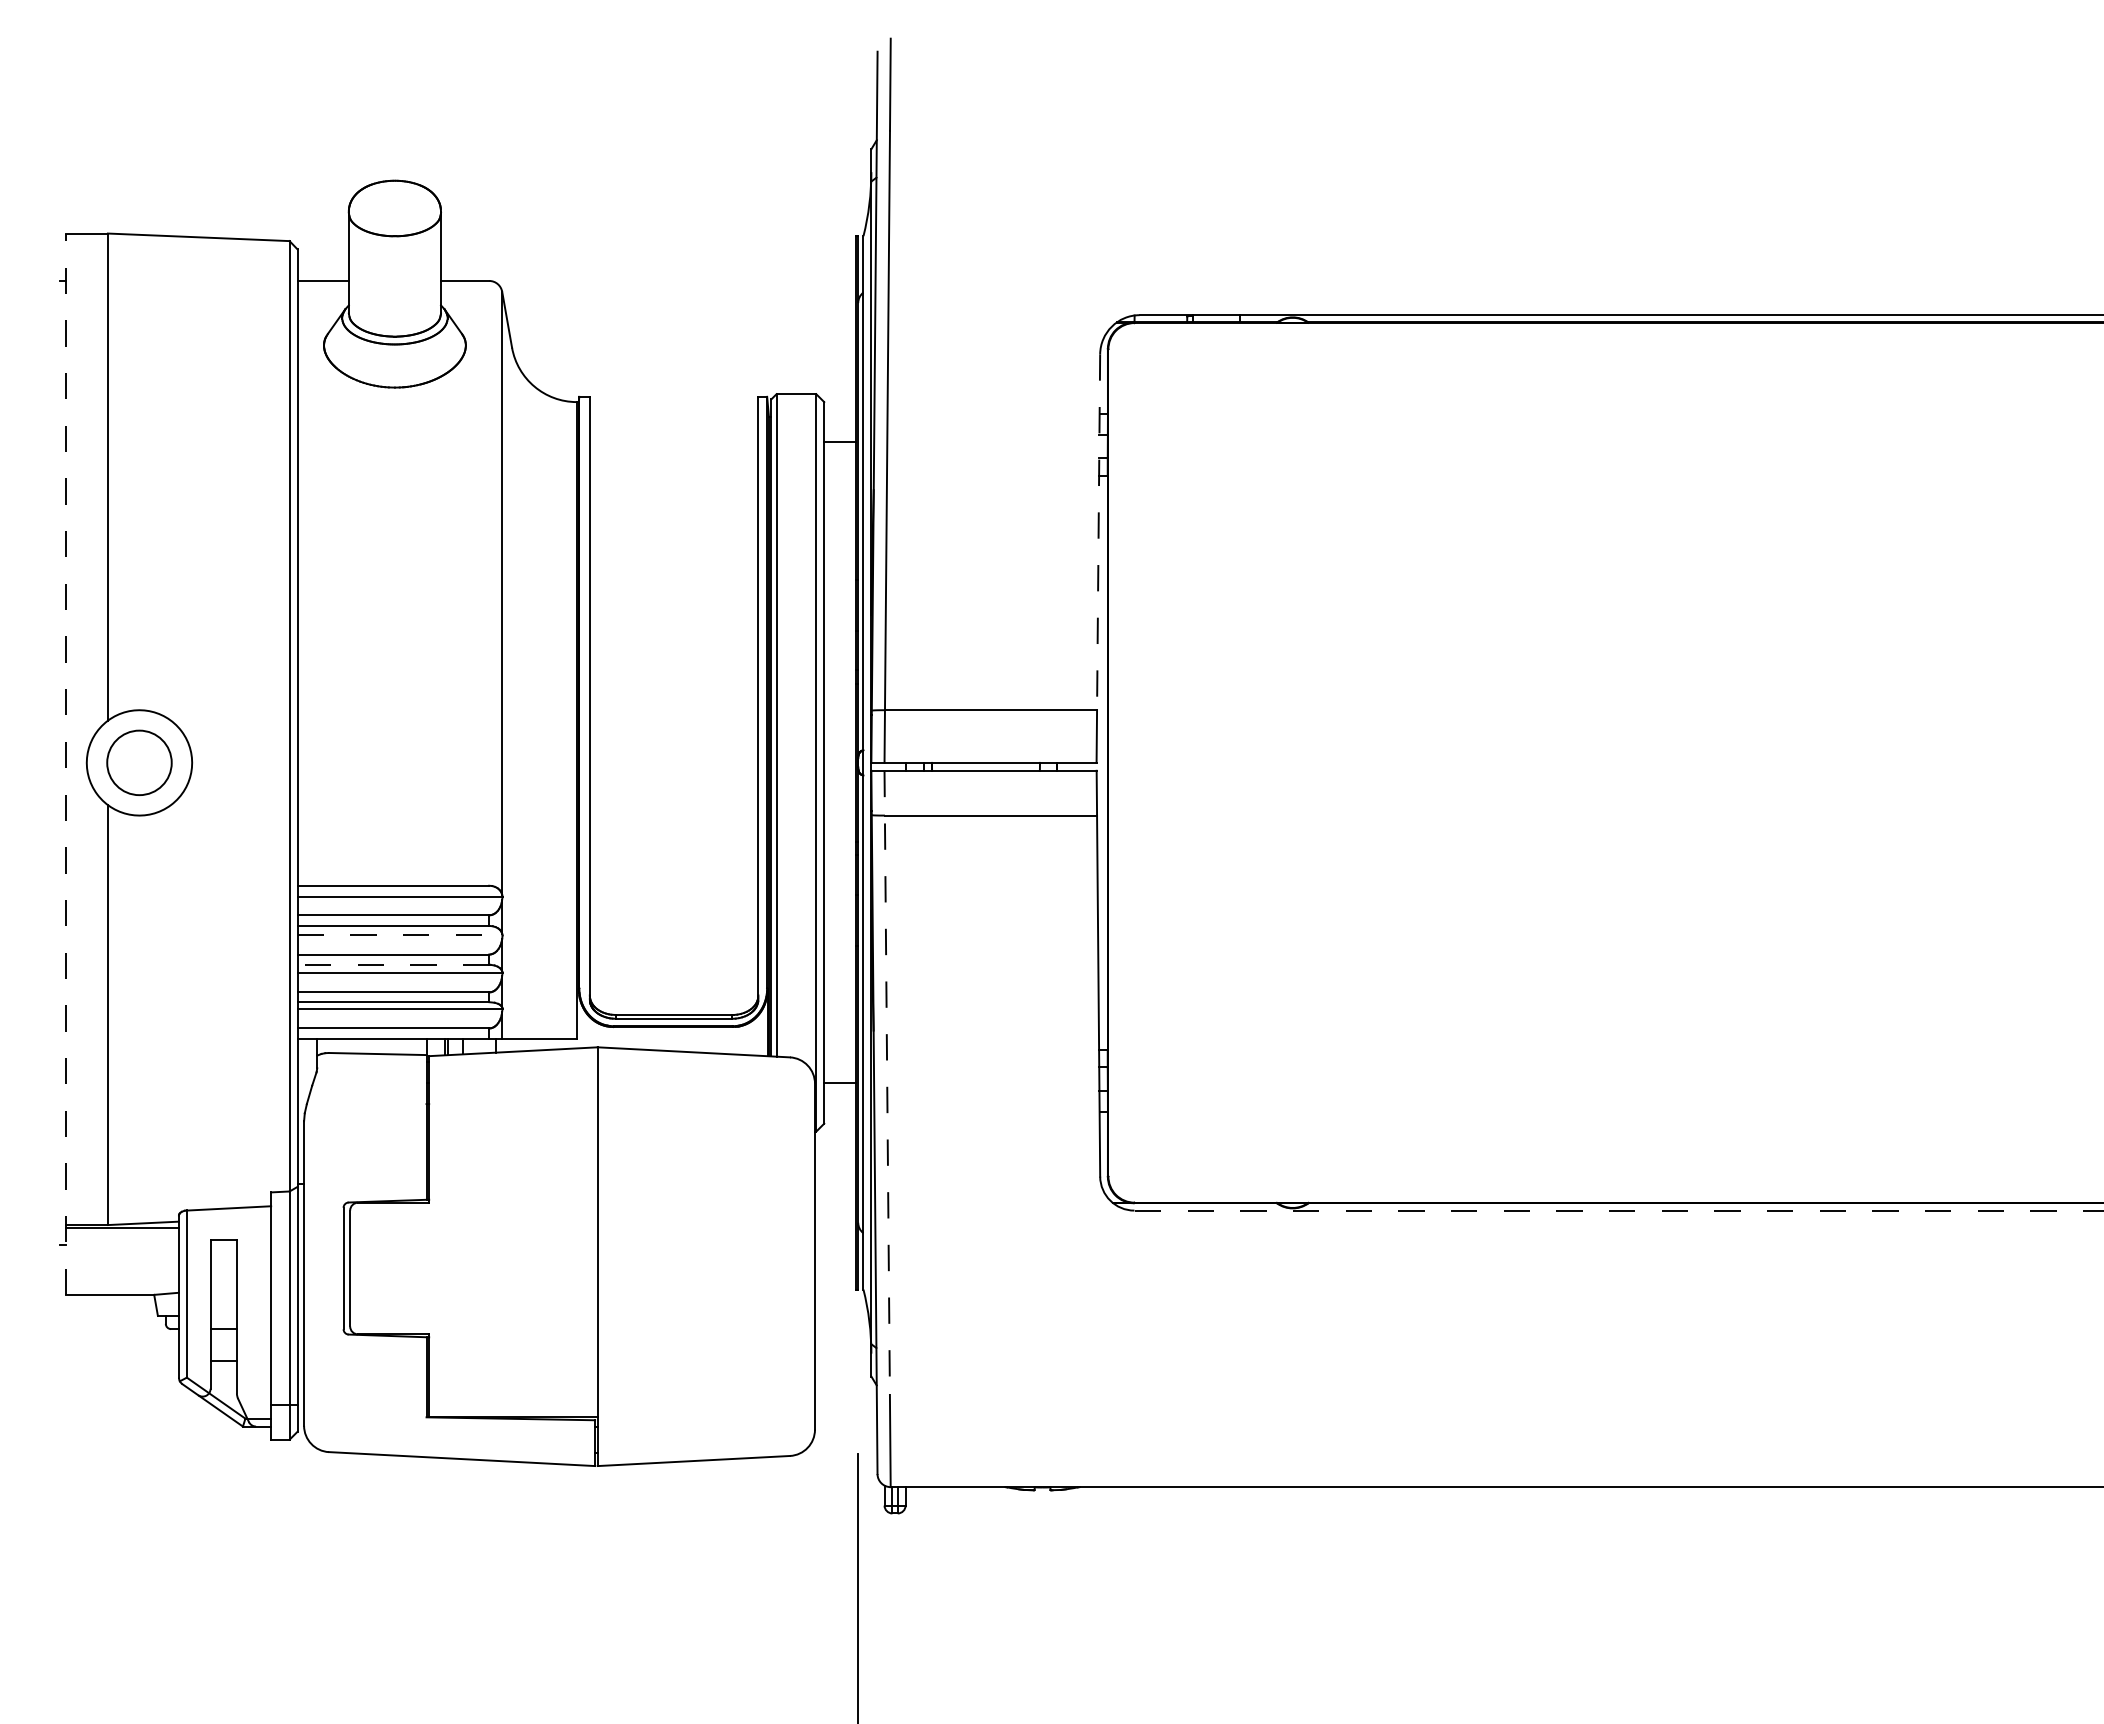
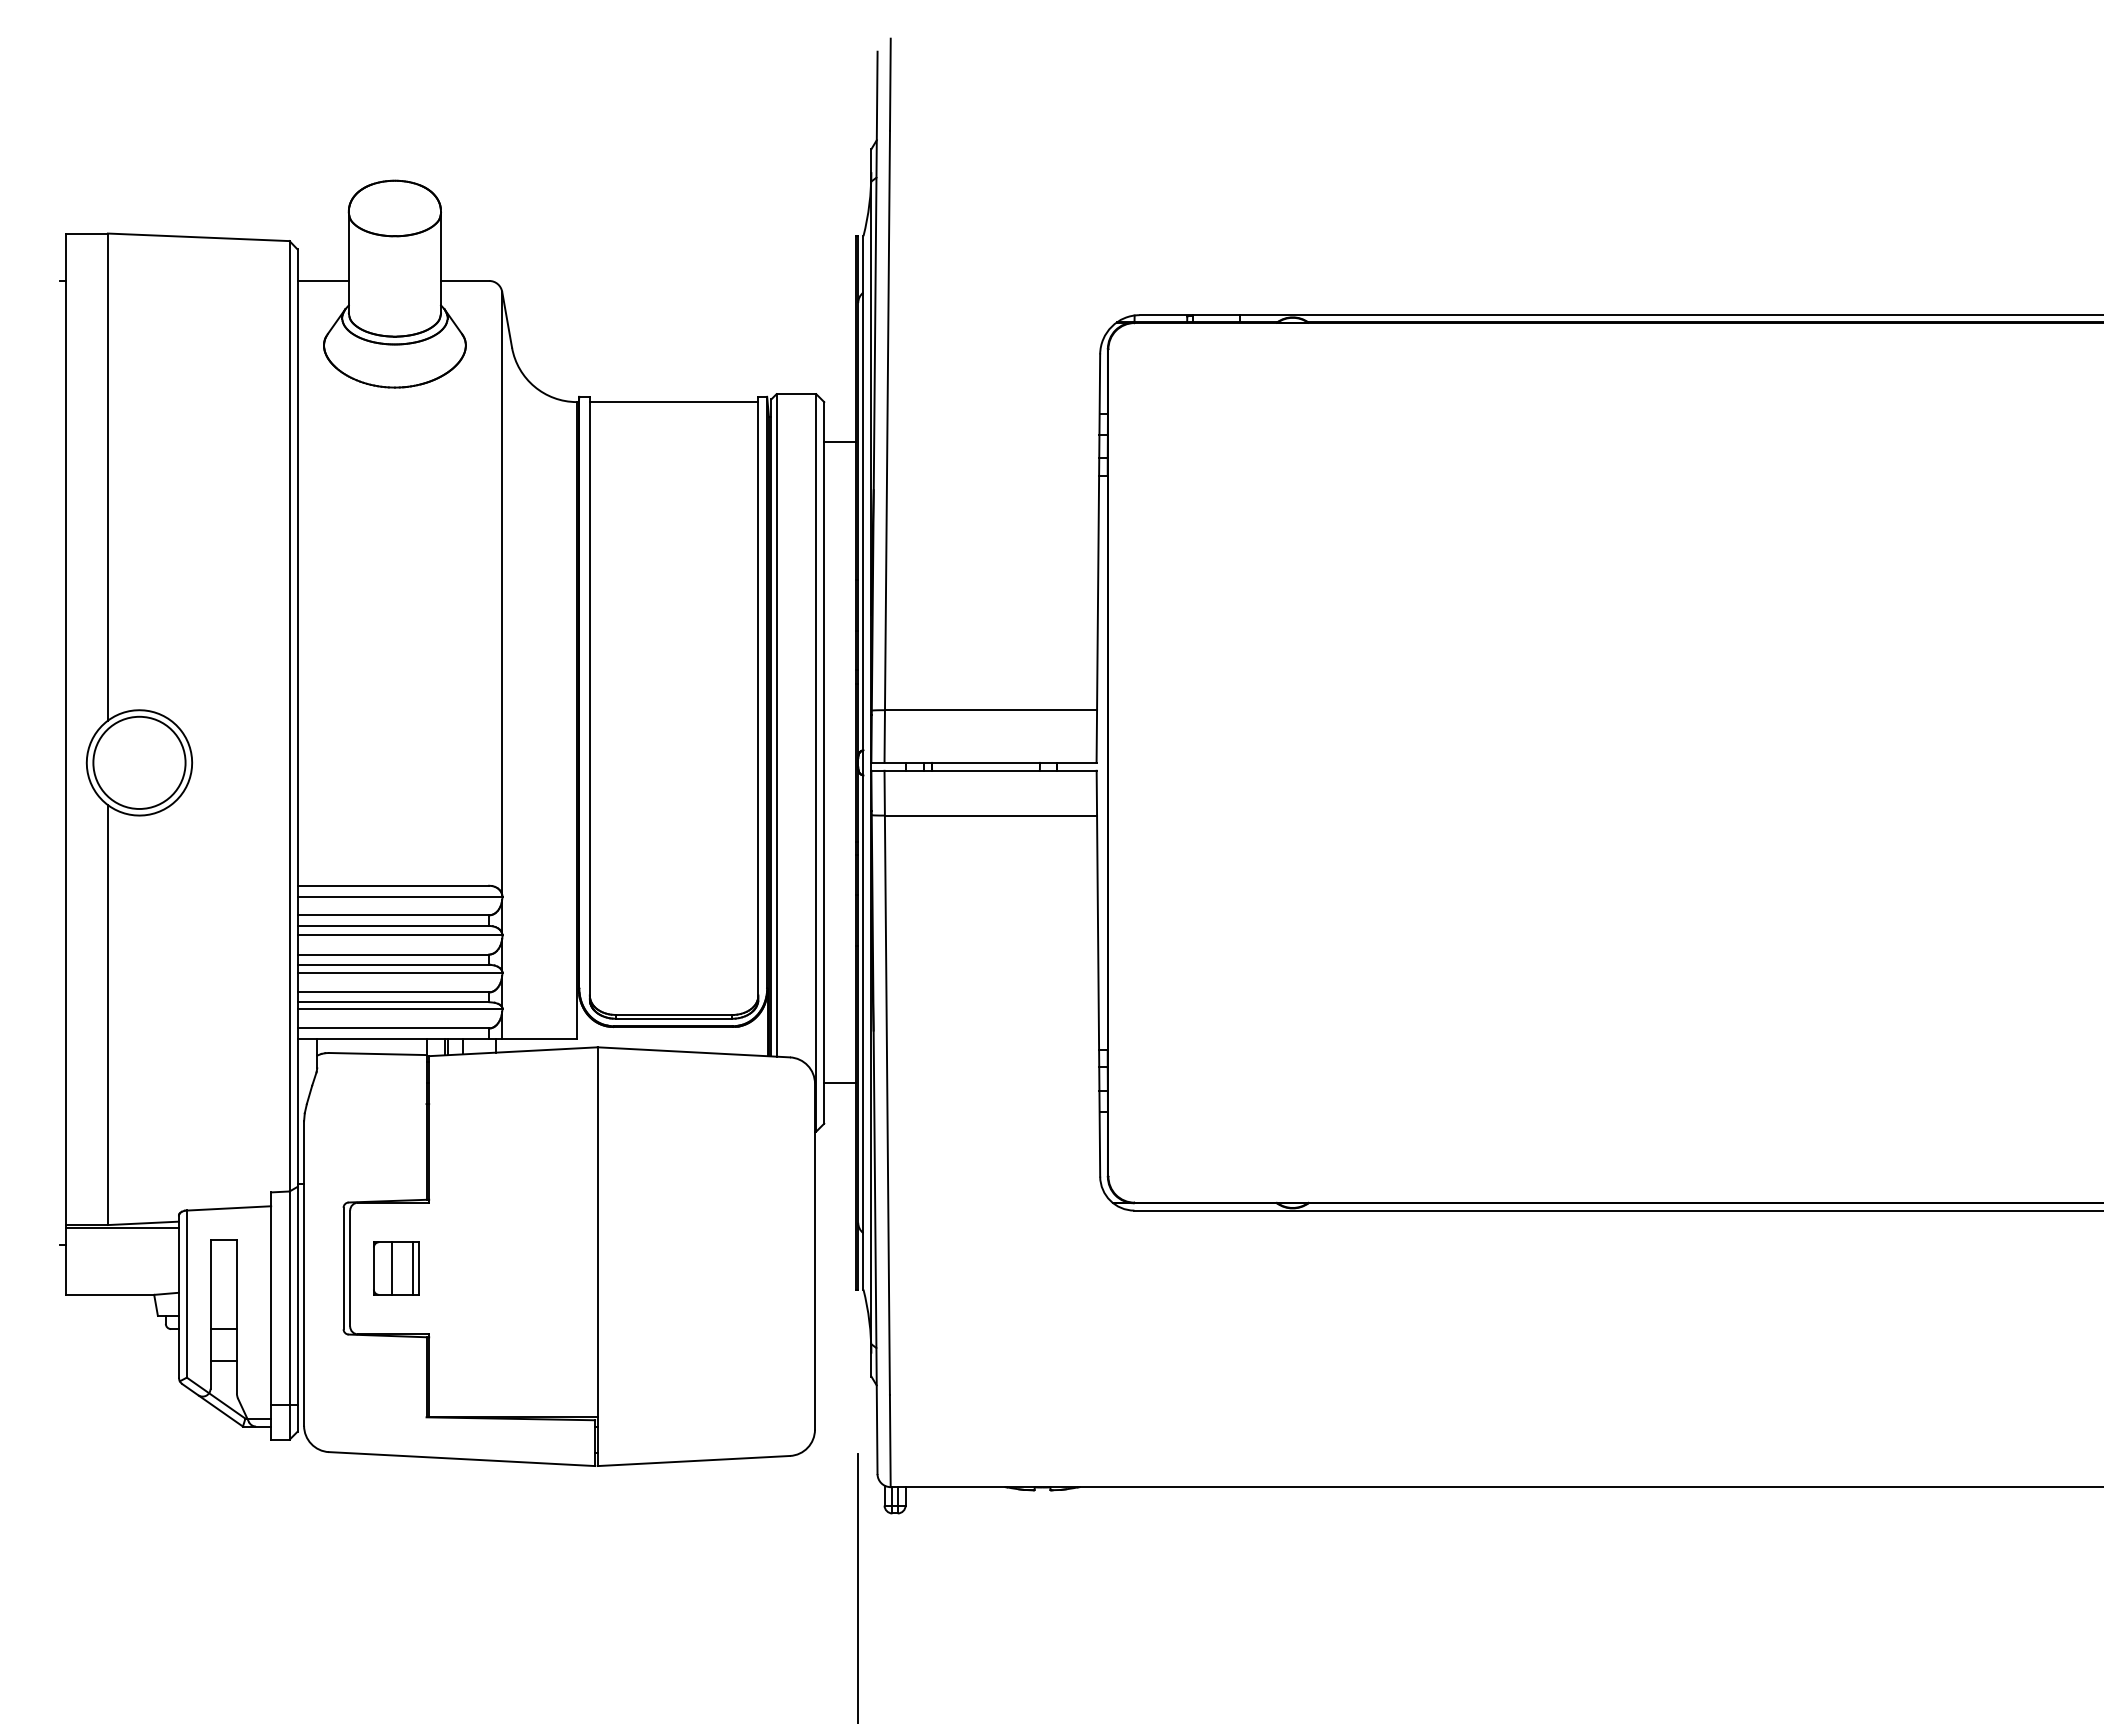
line at (673, 402): none -> present
line at (1098, 532): dashed -> solid
circle at (139, 762) diameter: 65 px -> 92 px
line at (65, 764): dashed -> solid
line at (400, 935): dashed -> solid
line at (393, 964): dashed -> solid
line at (887, 1083): dashed -> solid
line at (1618, 1210): dashed -> solid
part at (396, 1268): none -> present
